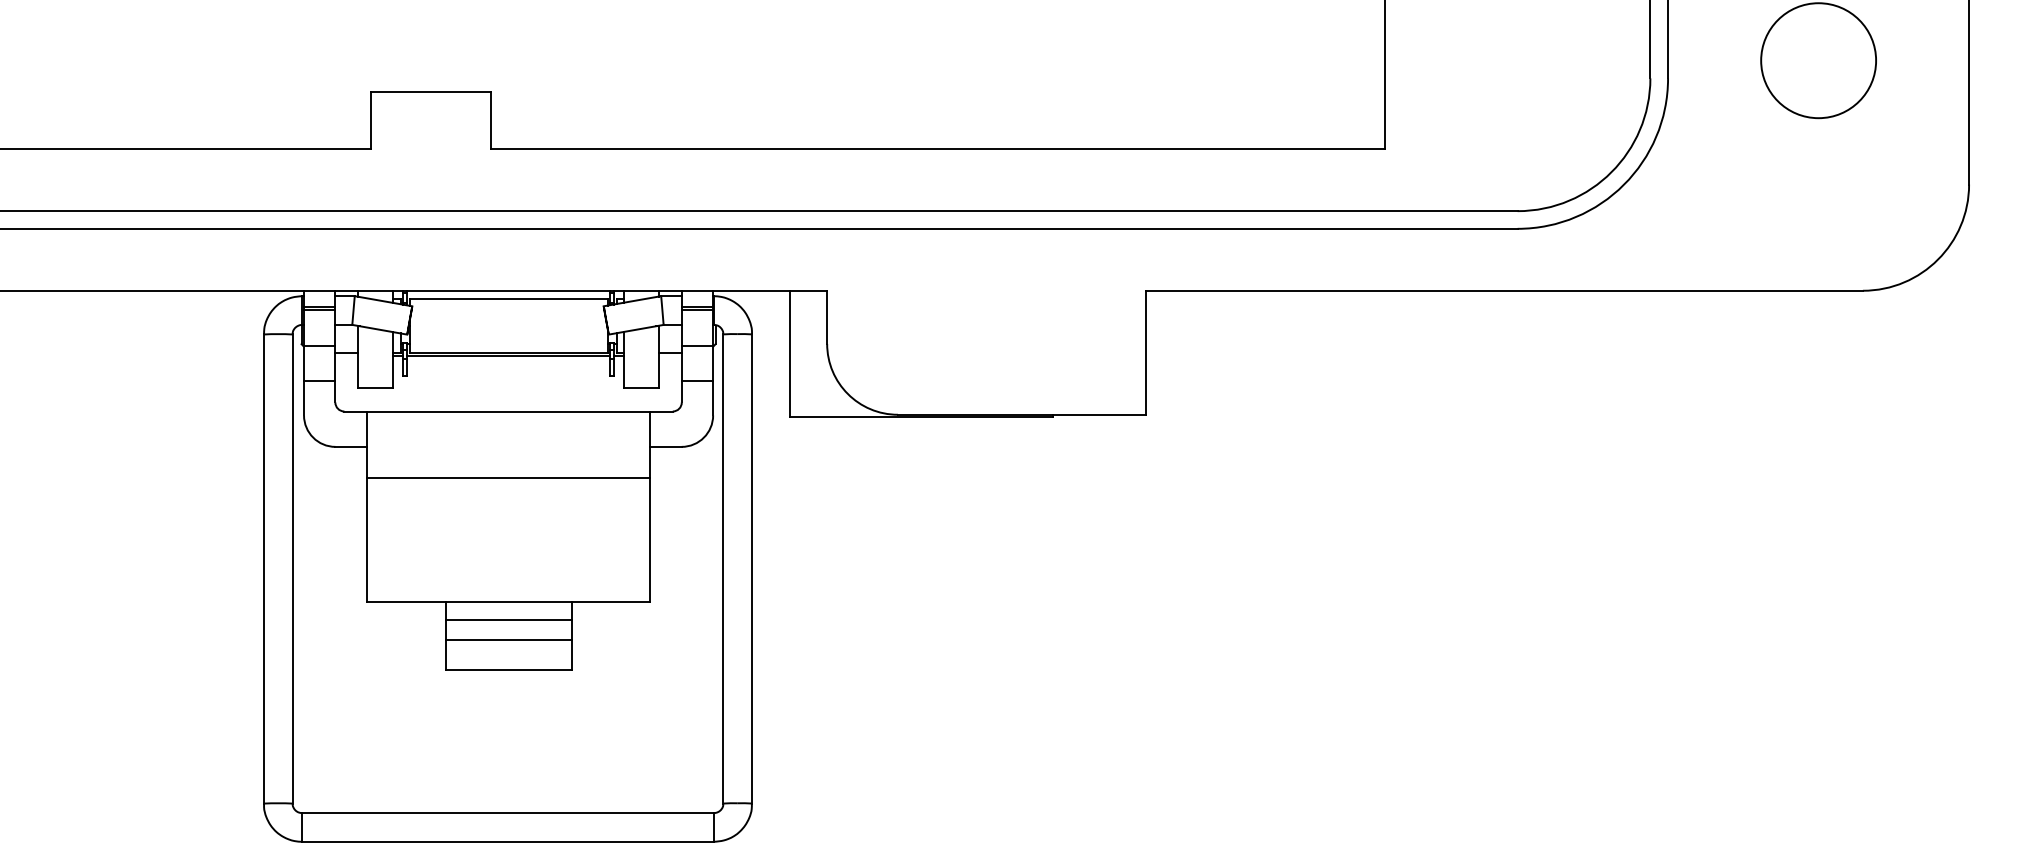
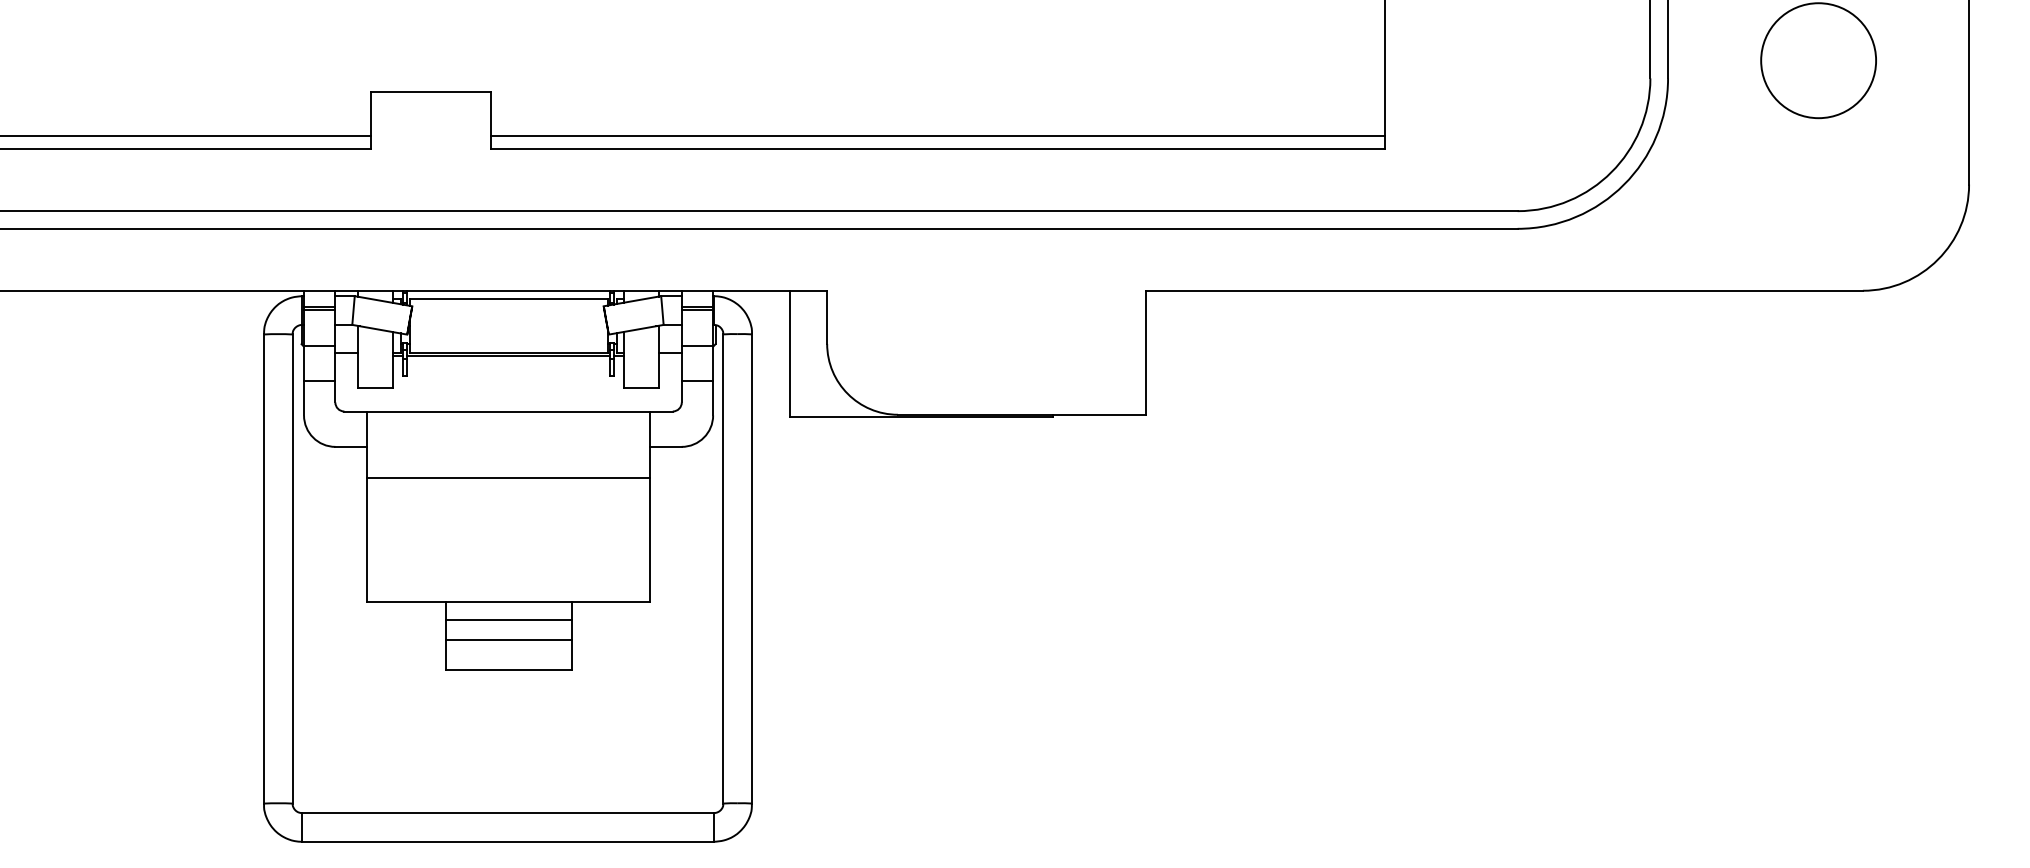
line at (186, 136): none -> present
line at (937, 136): none -> present
